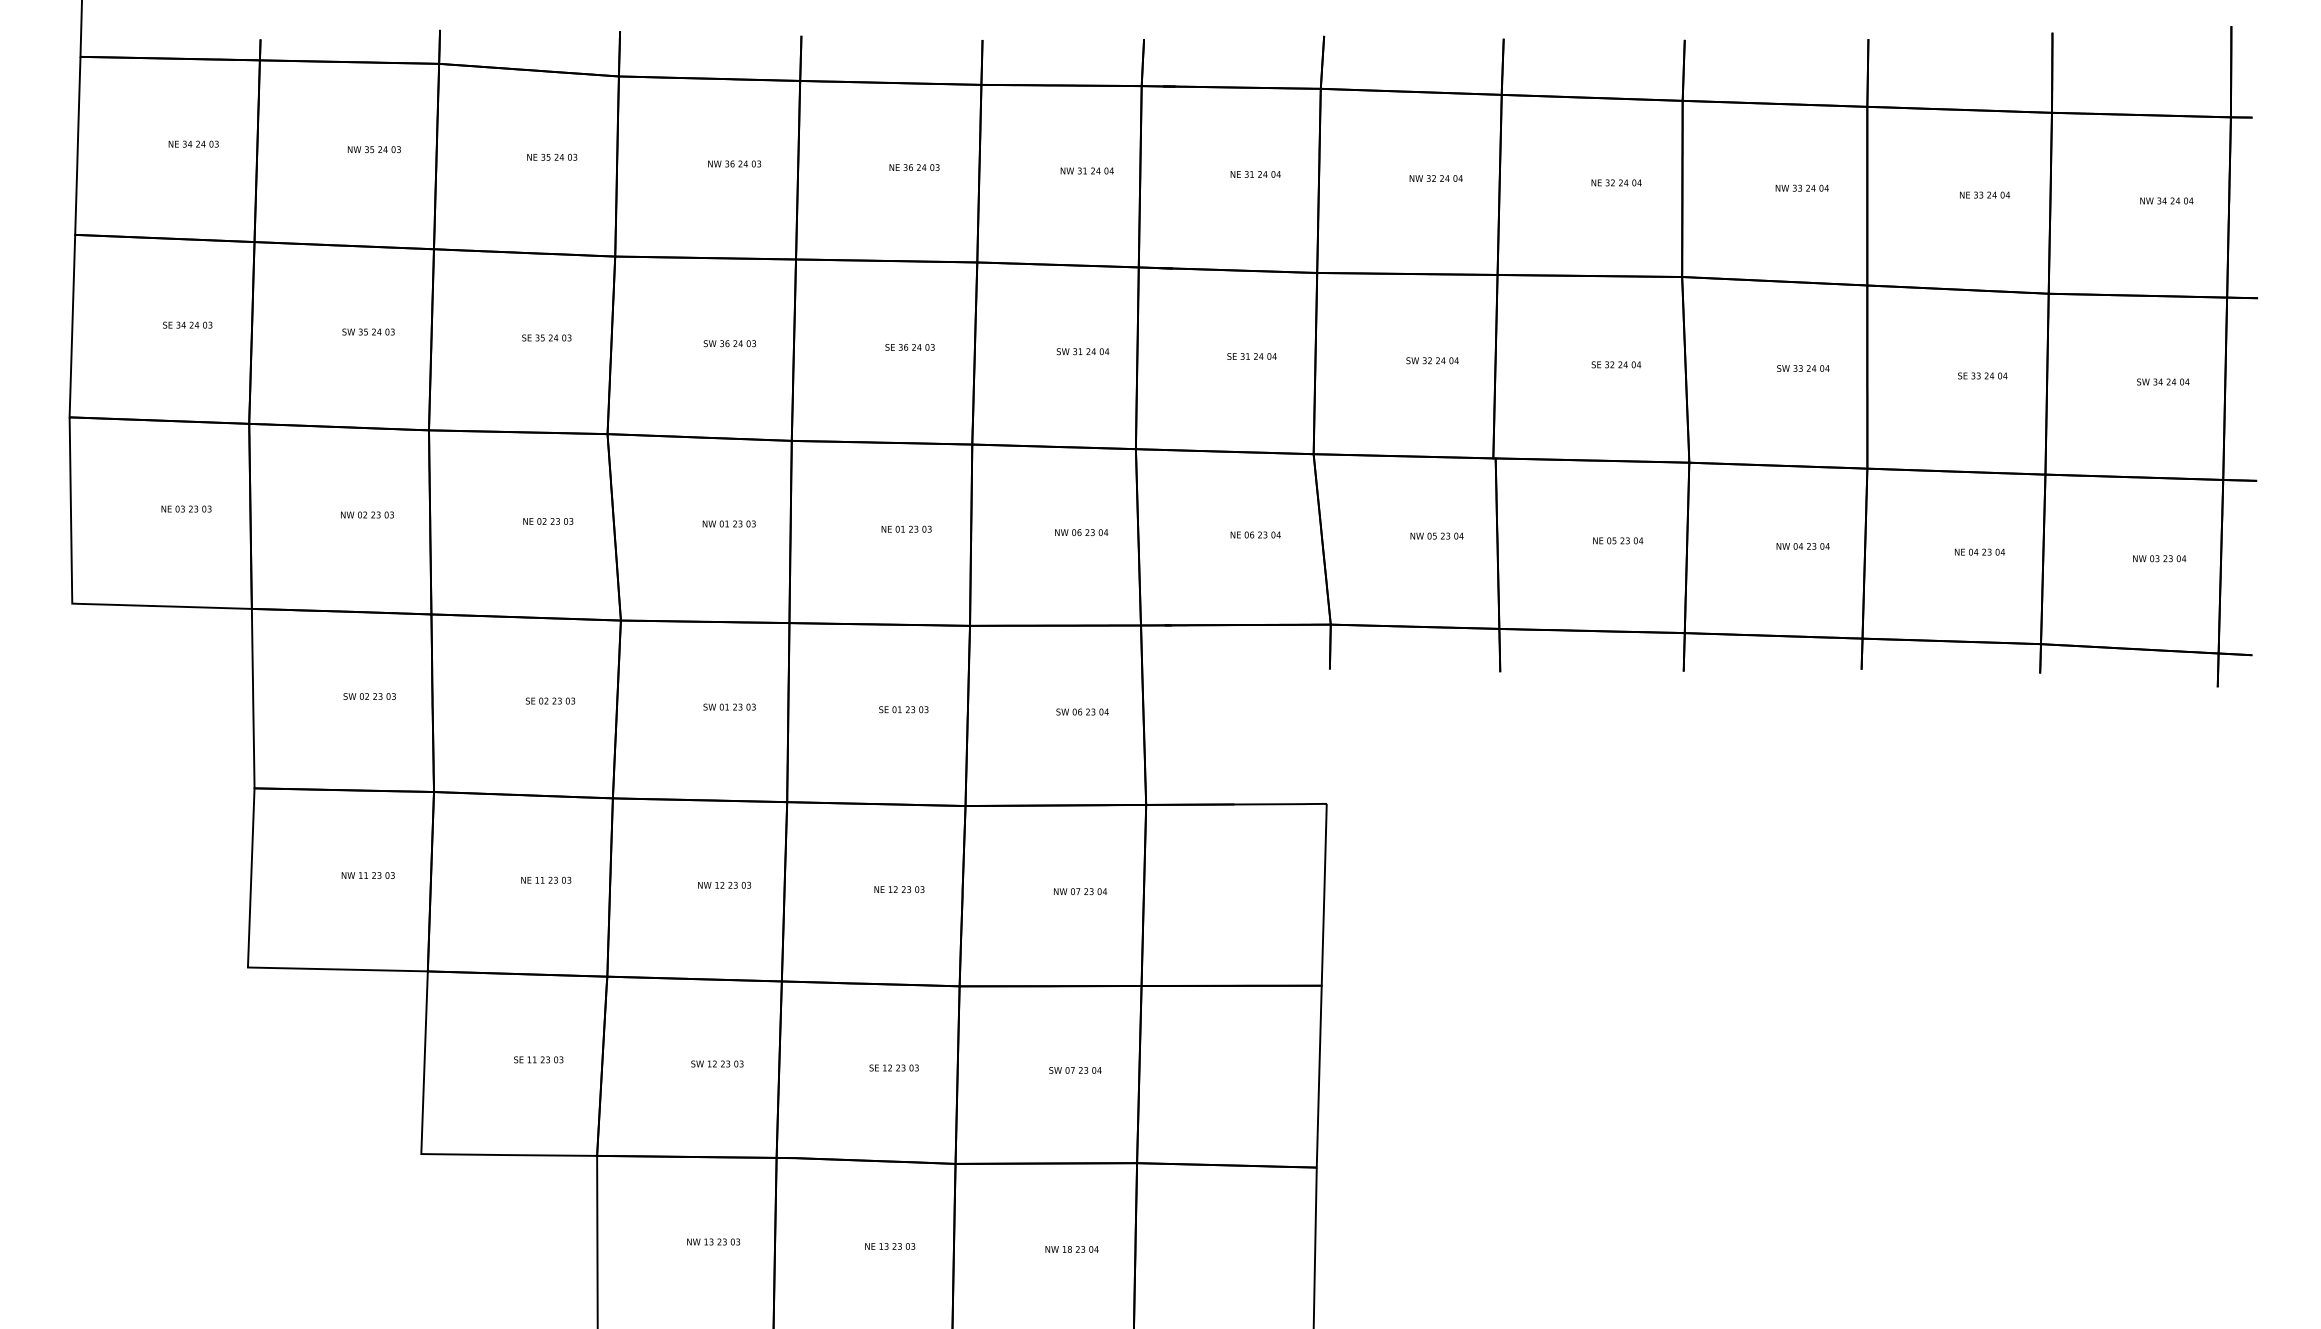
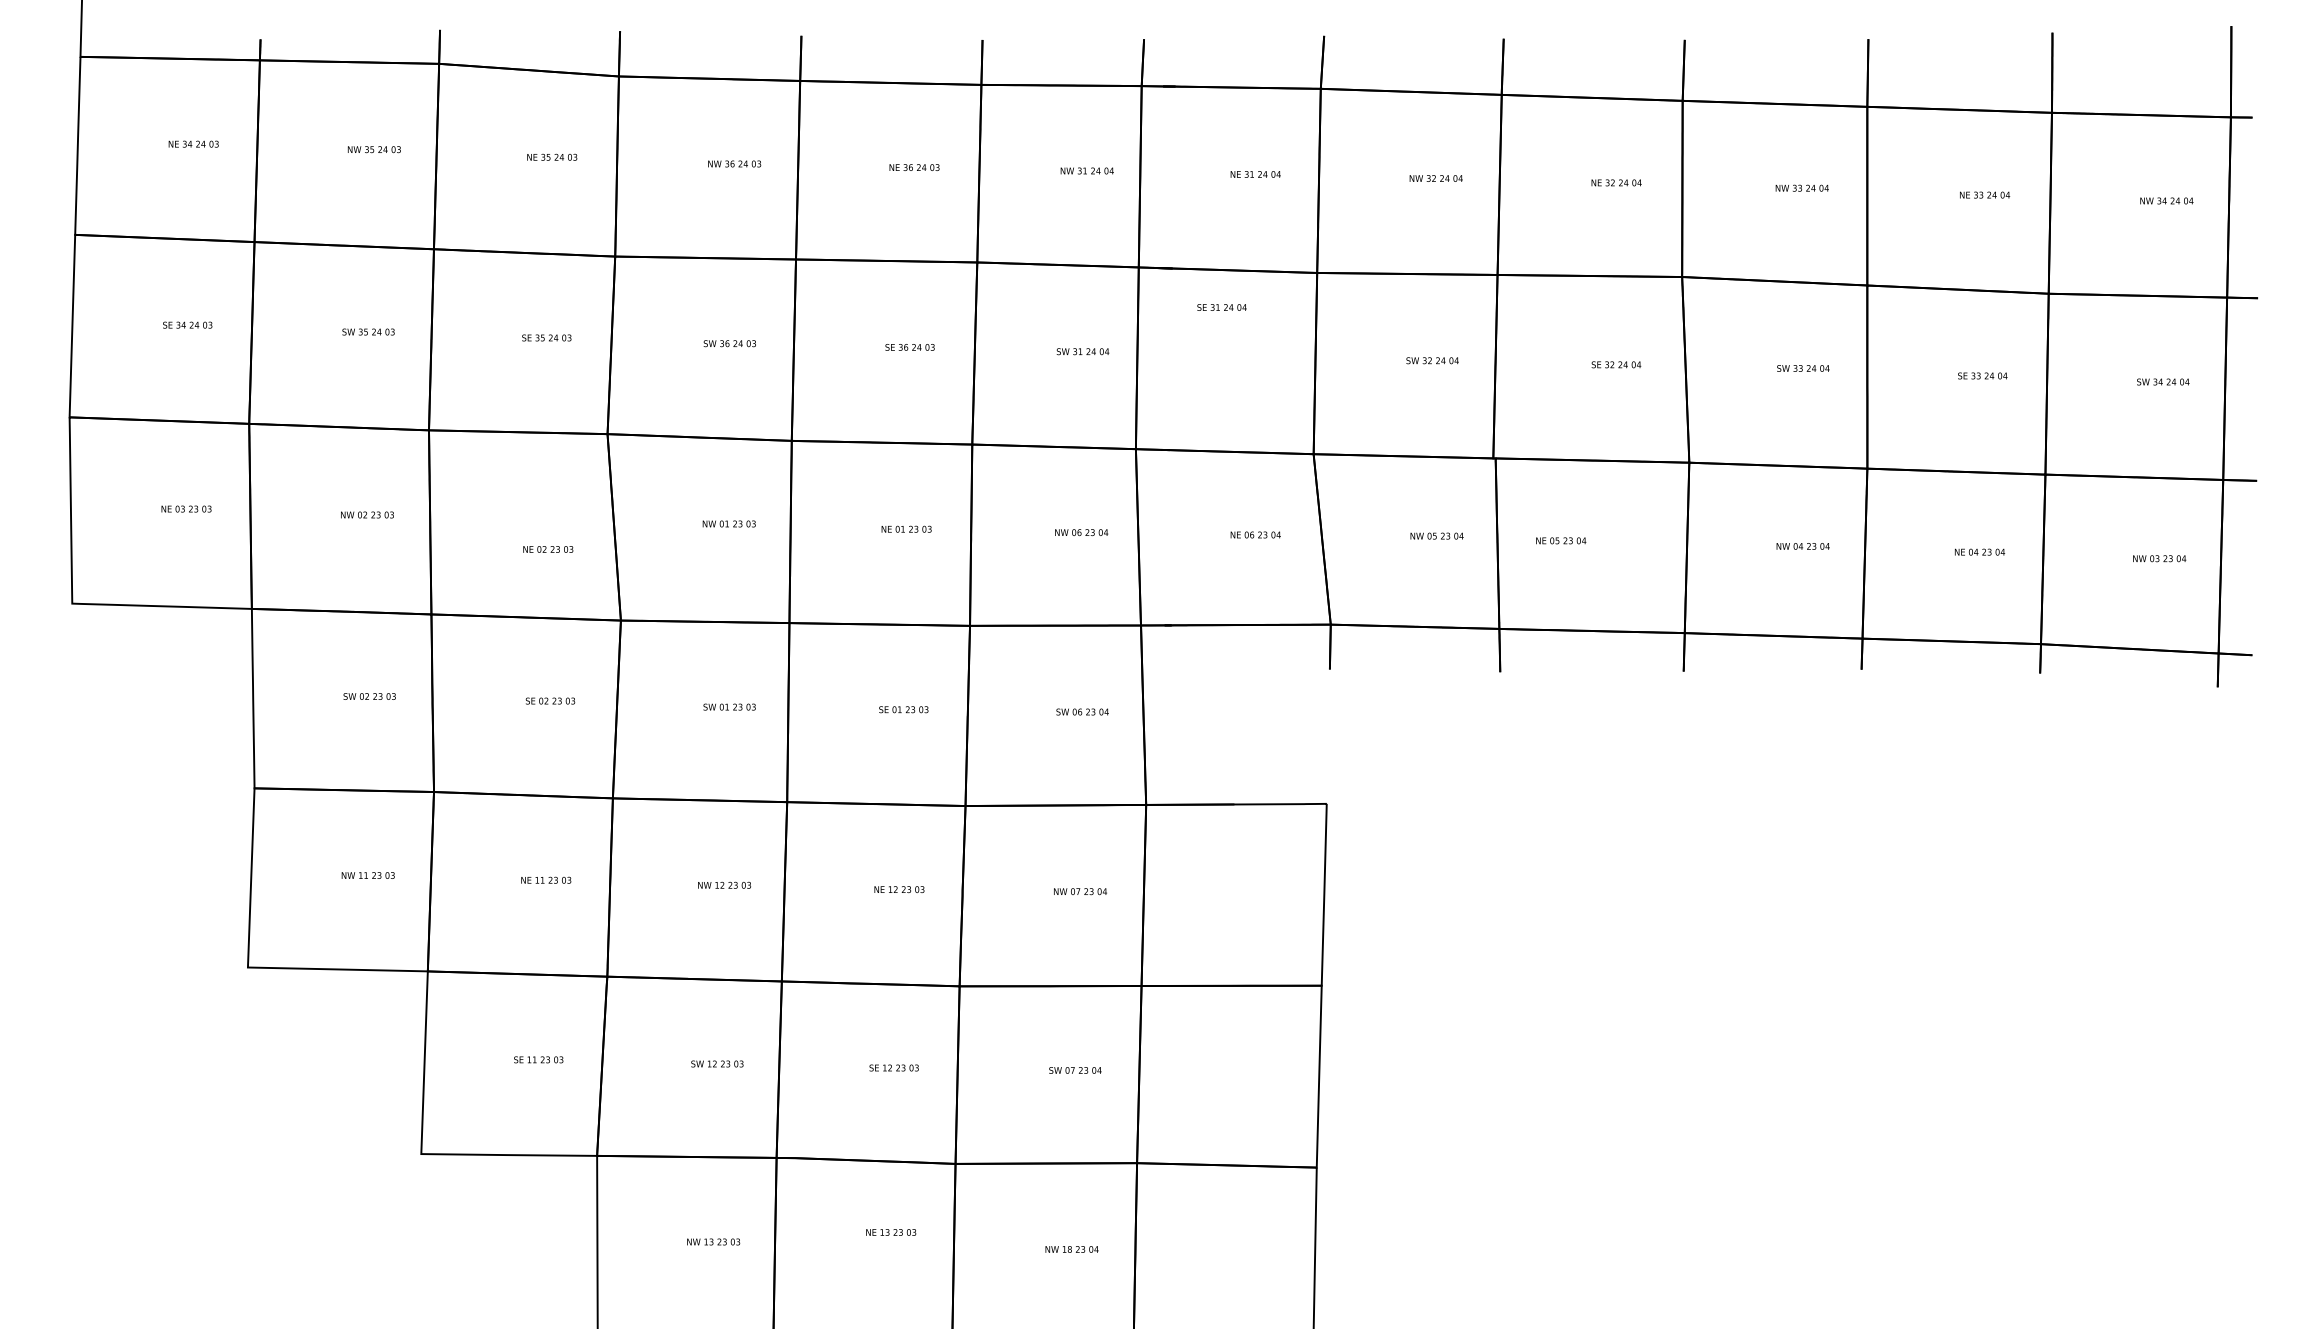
text at (1251, 356) position: (1251, 356) -> (1221, 307)
text at (548, 521) position: (548, 521) -> (548, 549)
text at (1618, 540) position: (1618, 540) -> (1561, 540)
text at (890, 1246) position: (890, 1246) -> (891, 1232)
